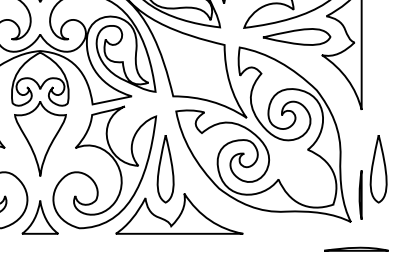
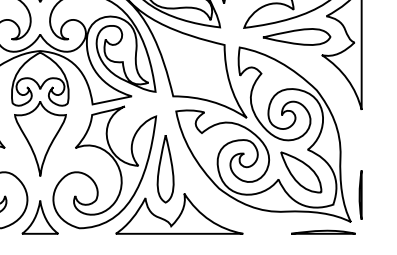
part at (378, 169): present -> none
part at (301, 172): none -> present
part at (356, 248) position: (356, 248) -> (323, 231)
